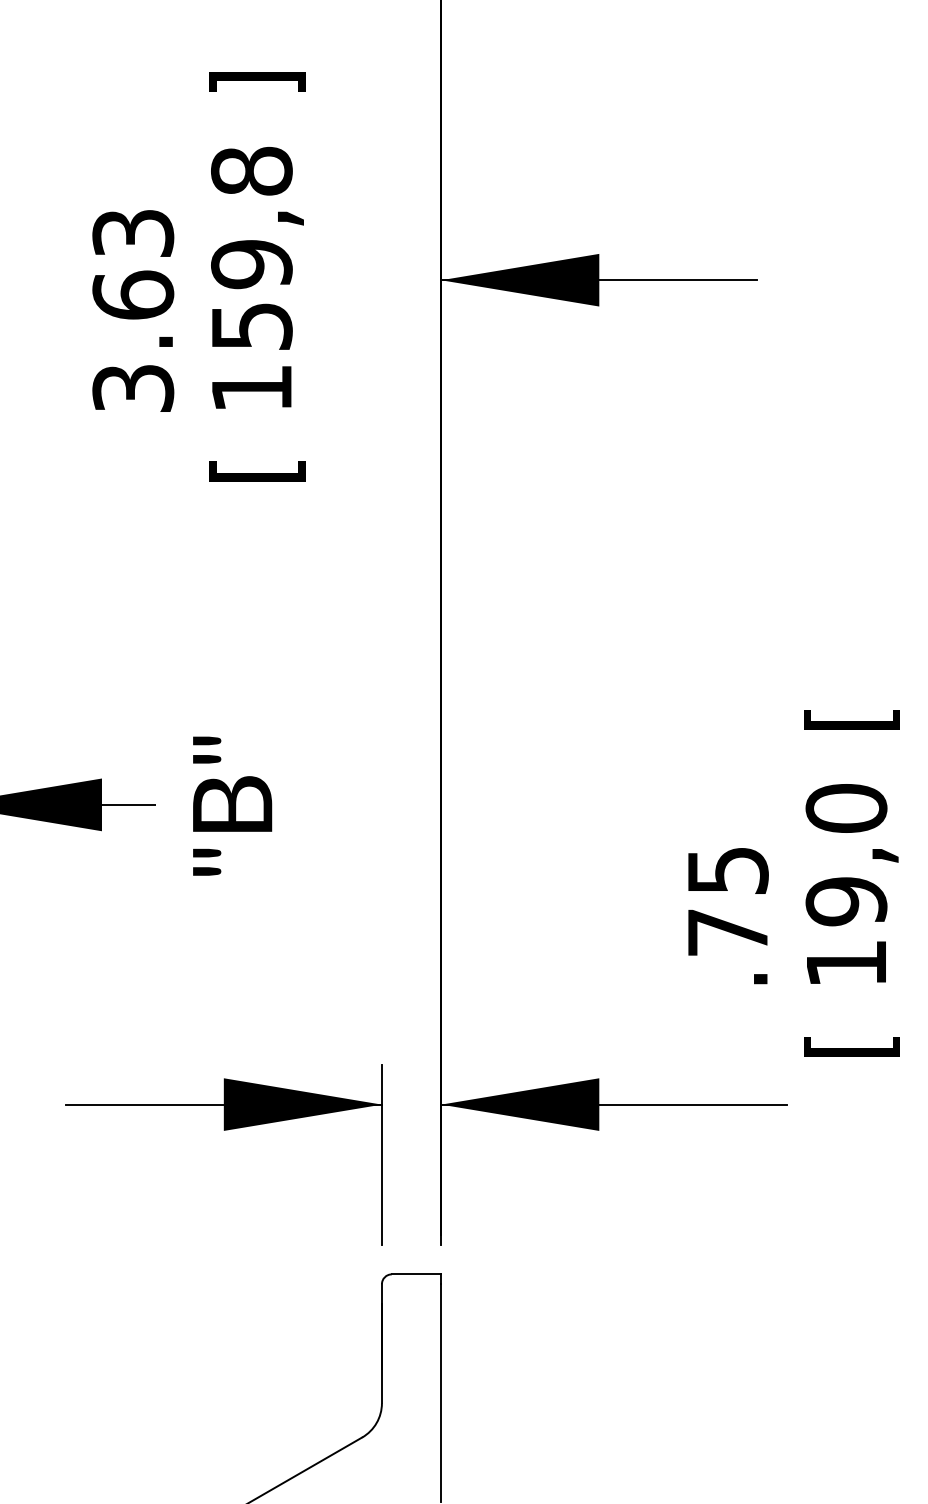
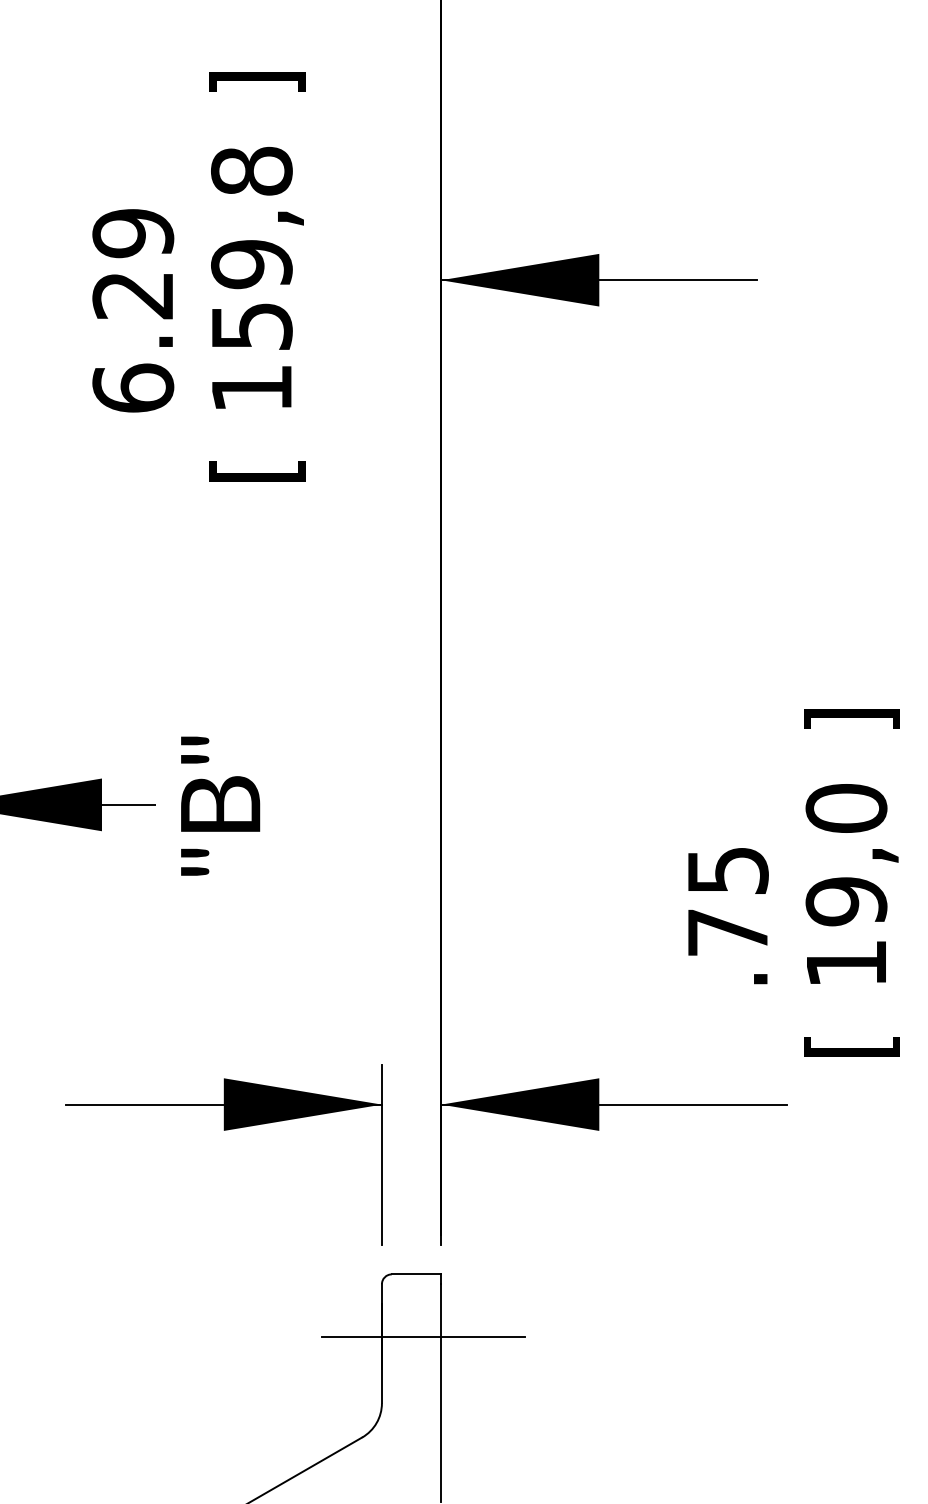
text at (133, 310): 3.63 -> 6.29
text at (851, 719): [ -> ]
text at (232, 805) position: (232, 805) -> (220, 805)
line at (423, 1336): none -> present
